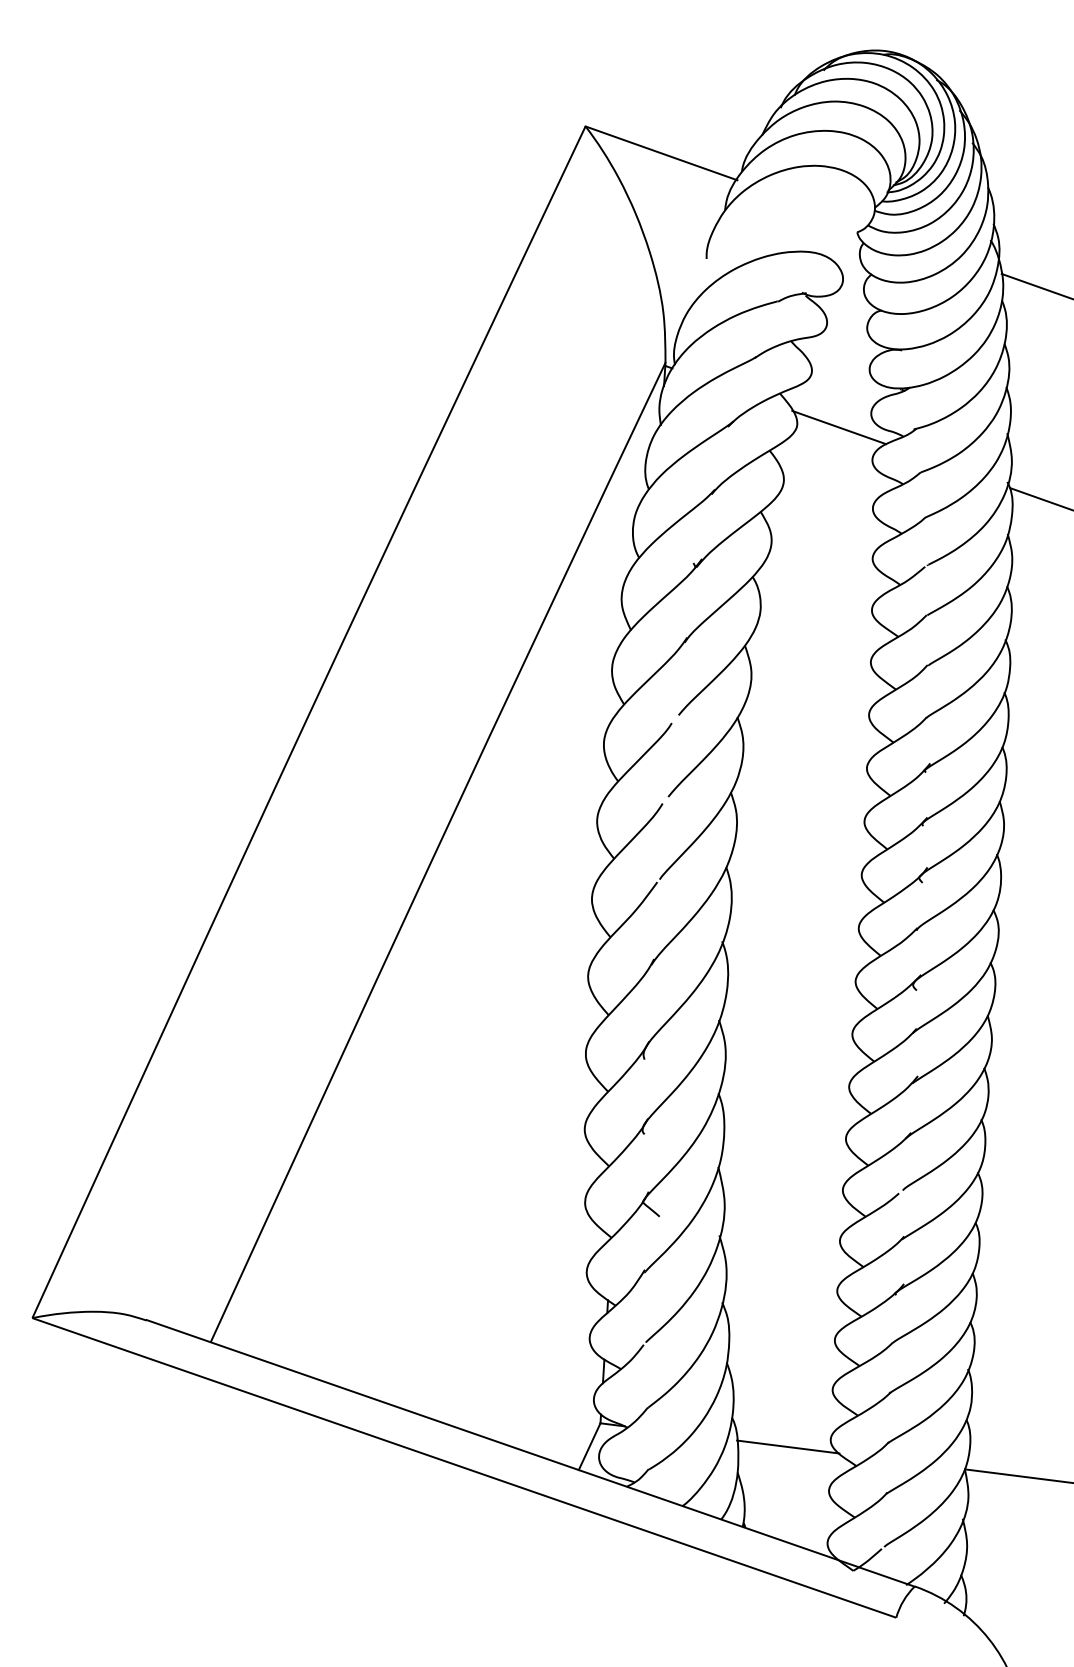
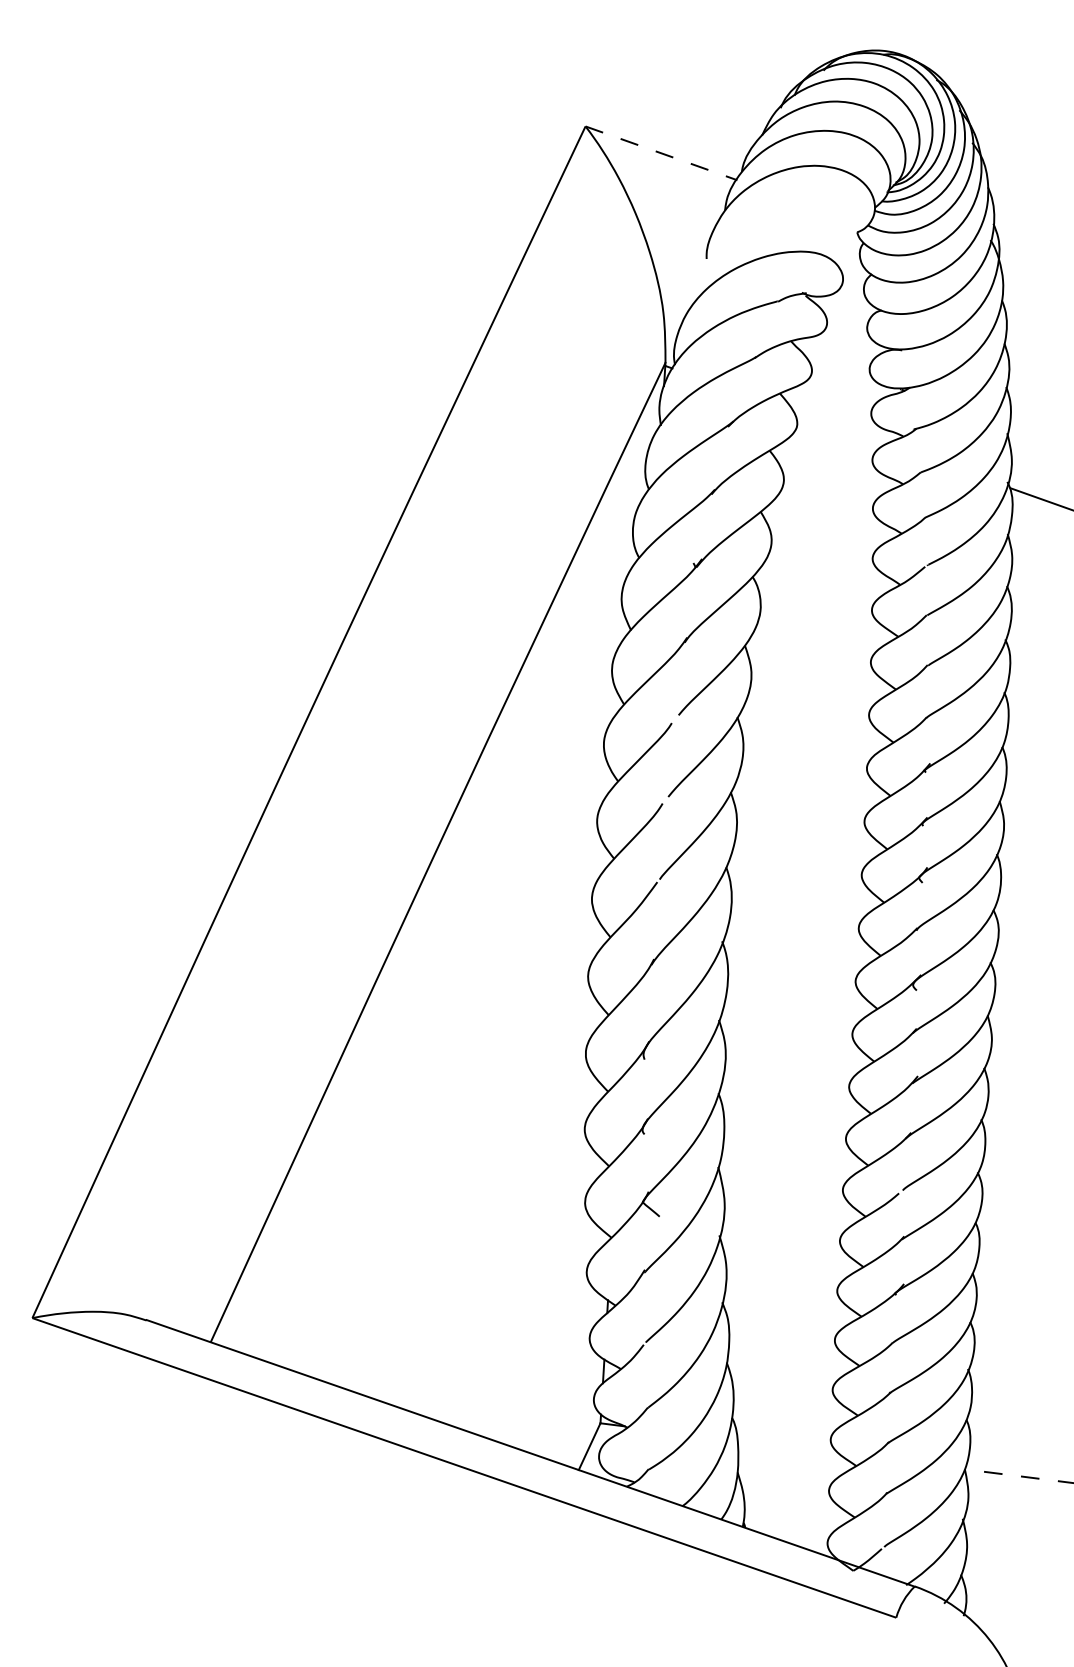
line at (661, 153): solid -> dashed
line at (1035, 285): present -> none
line at (839, 427): present -> none
line at (788, 1446): present -> none
line at (1018, 1476): solid -> dashed
